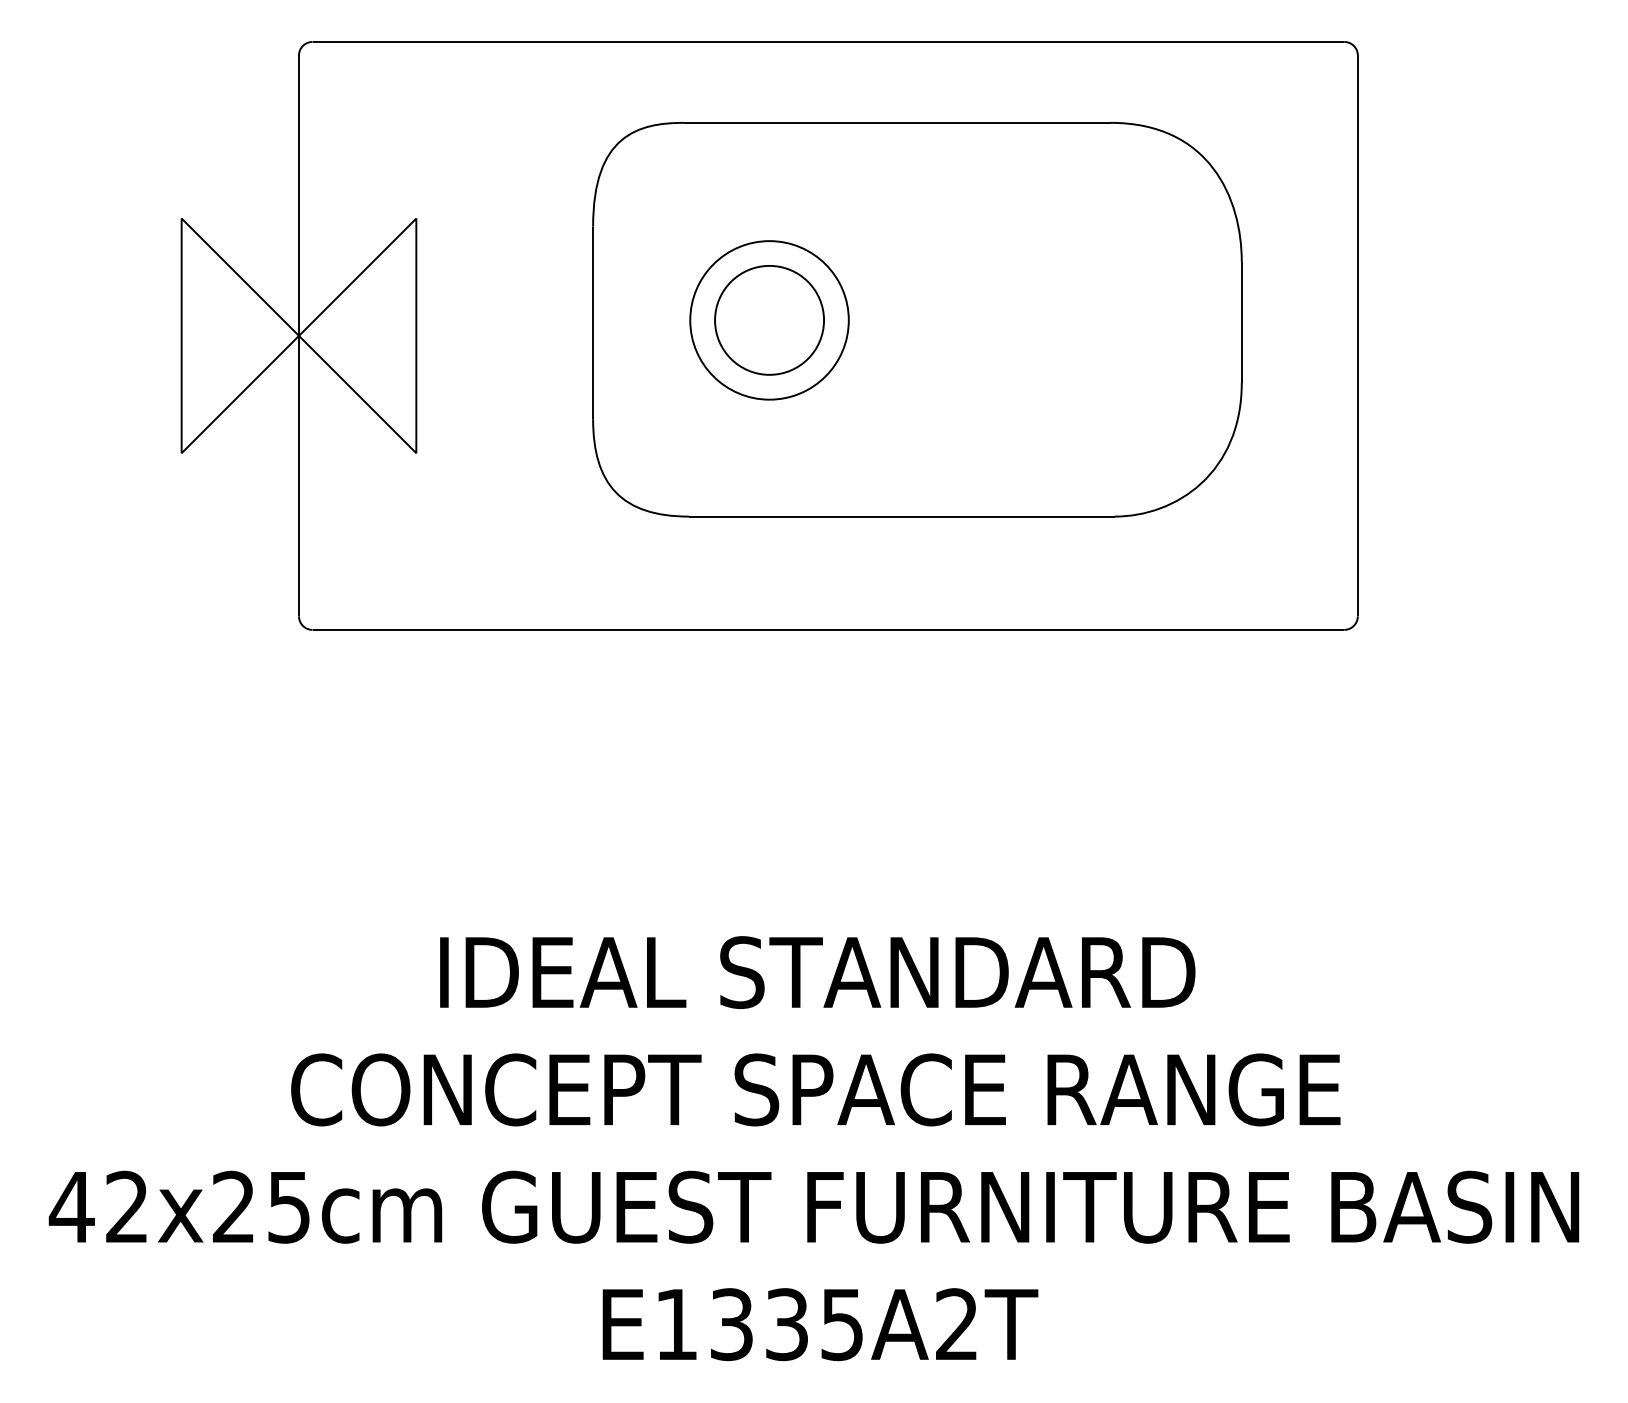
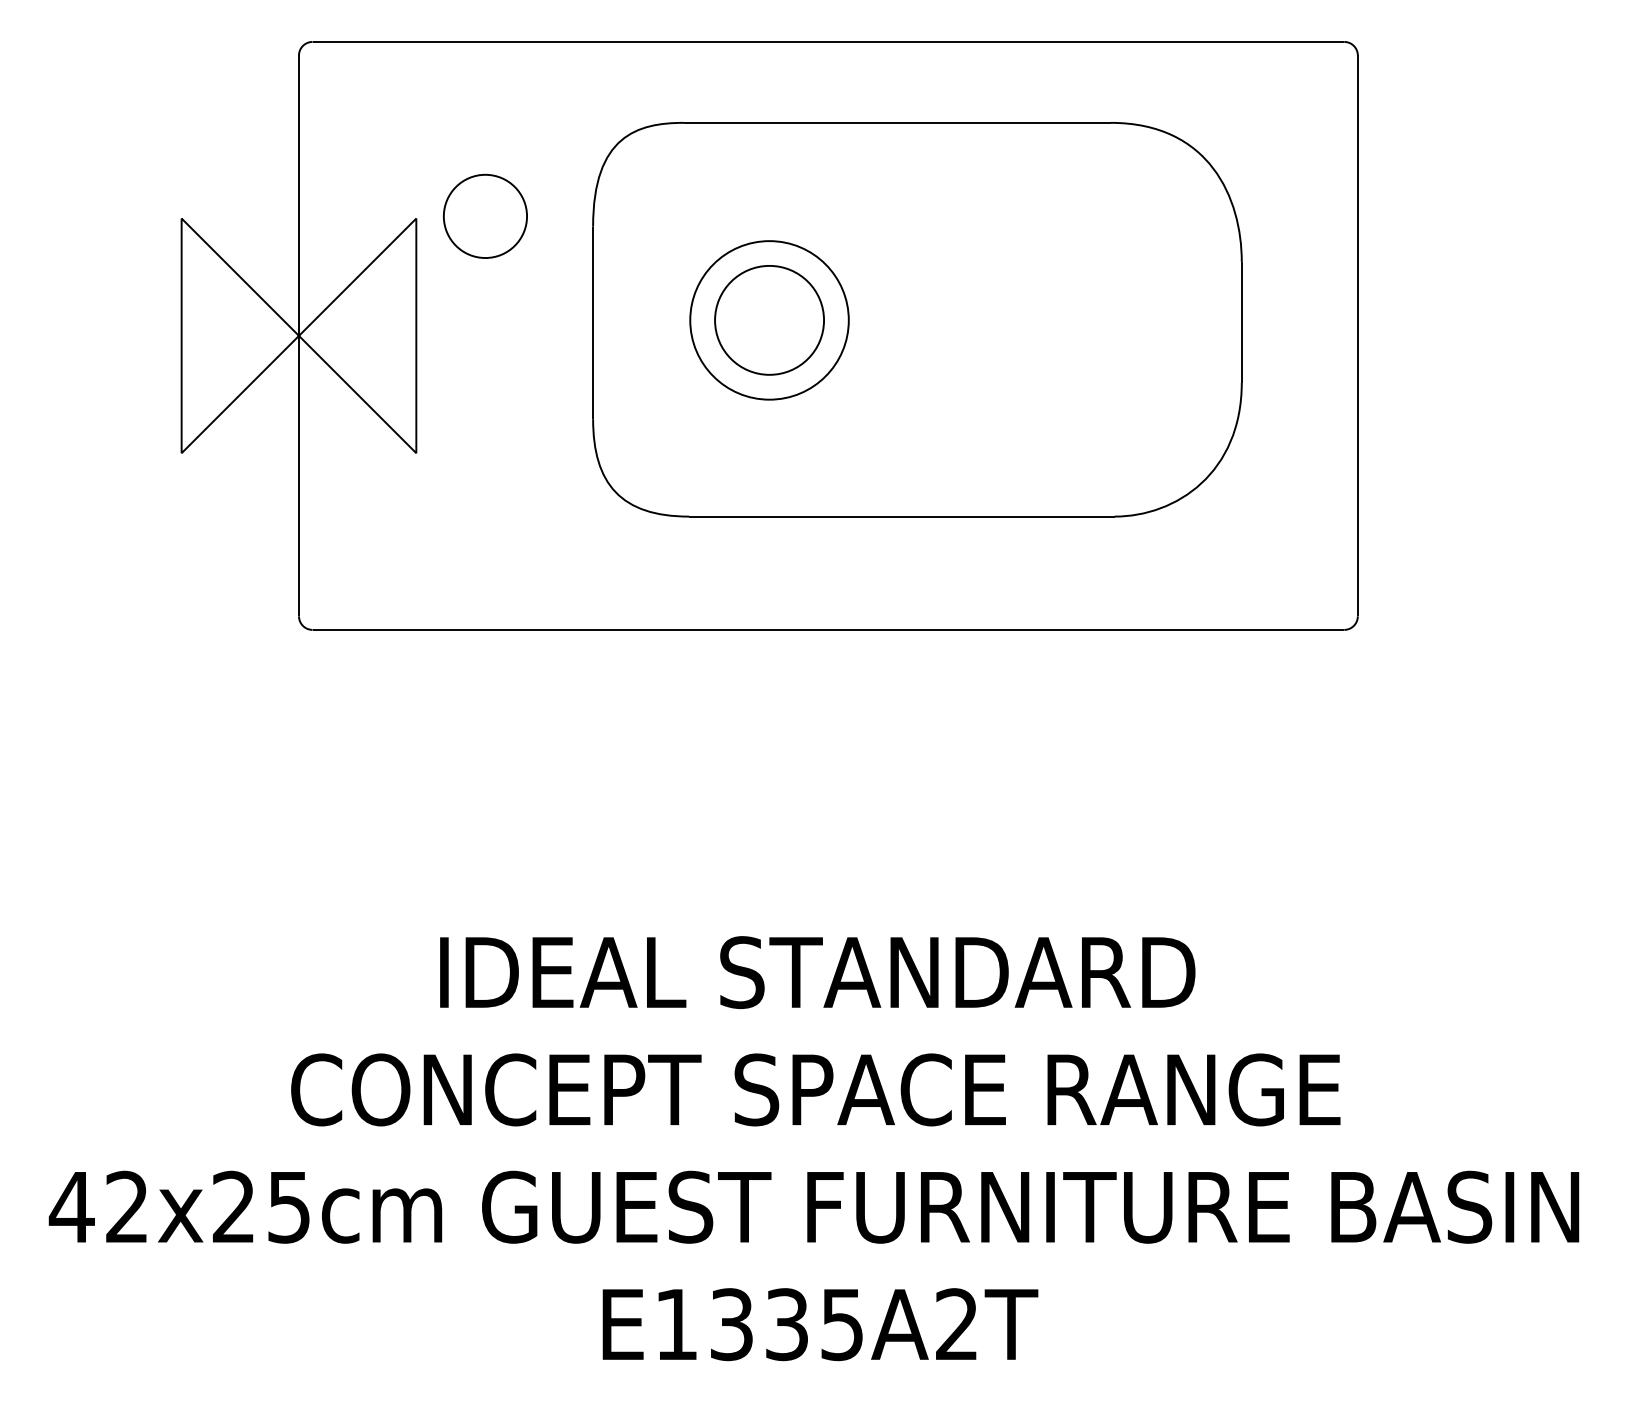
part at (485, 215): none -> present
